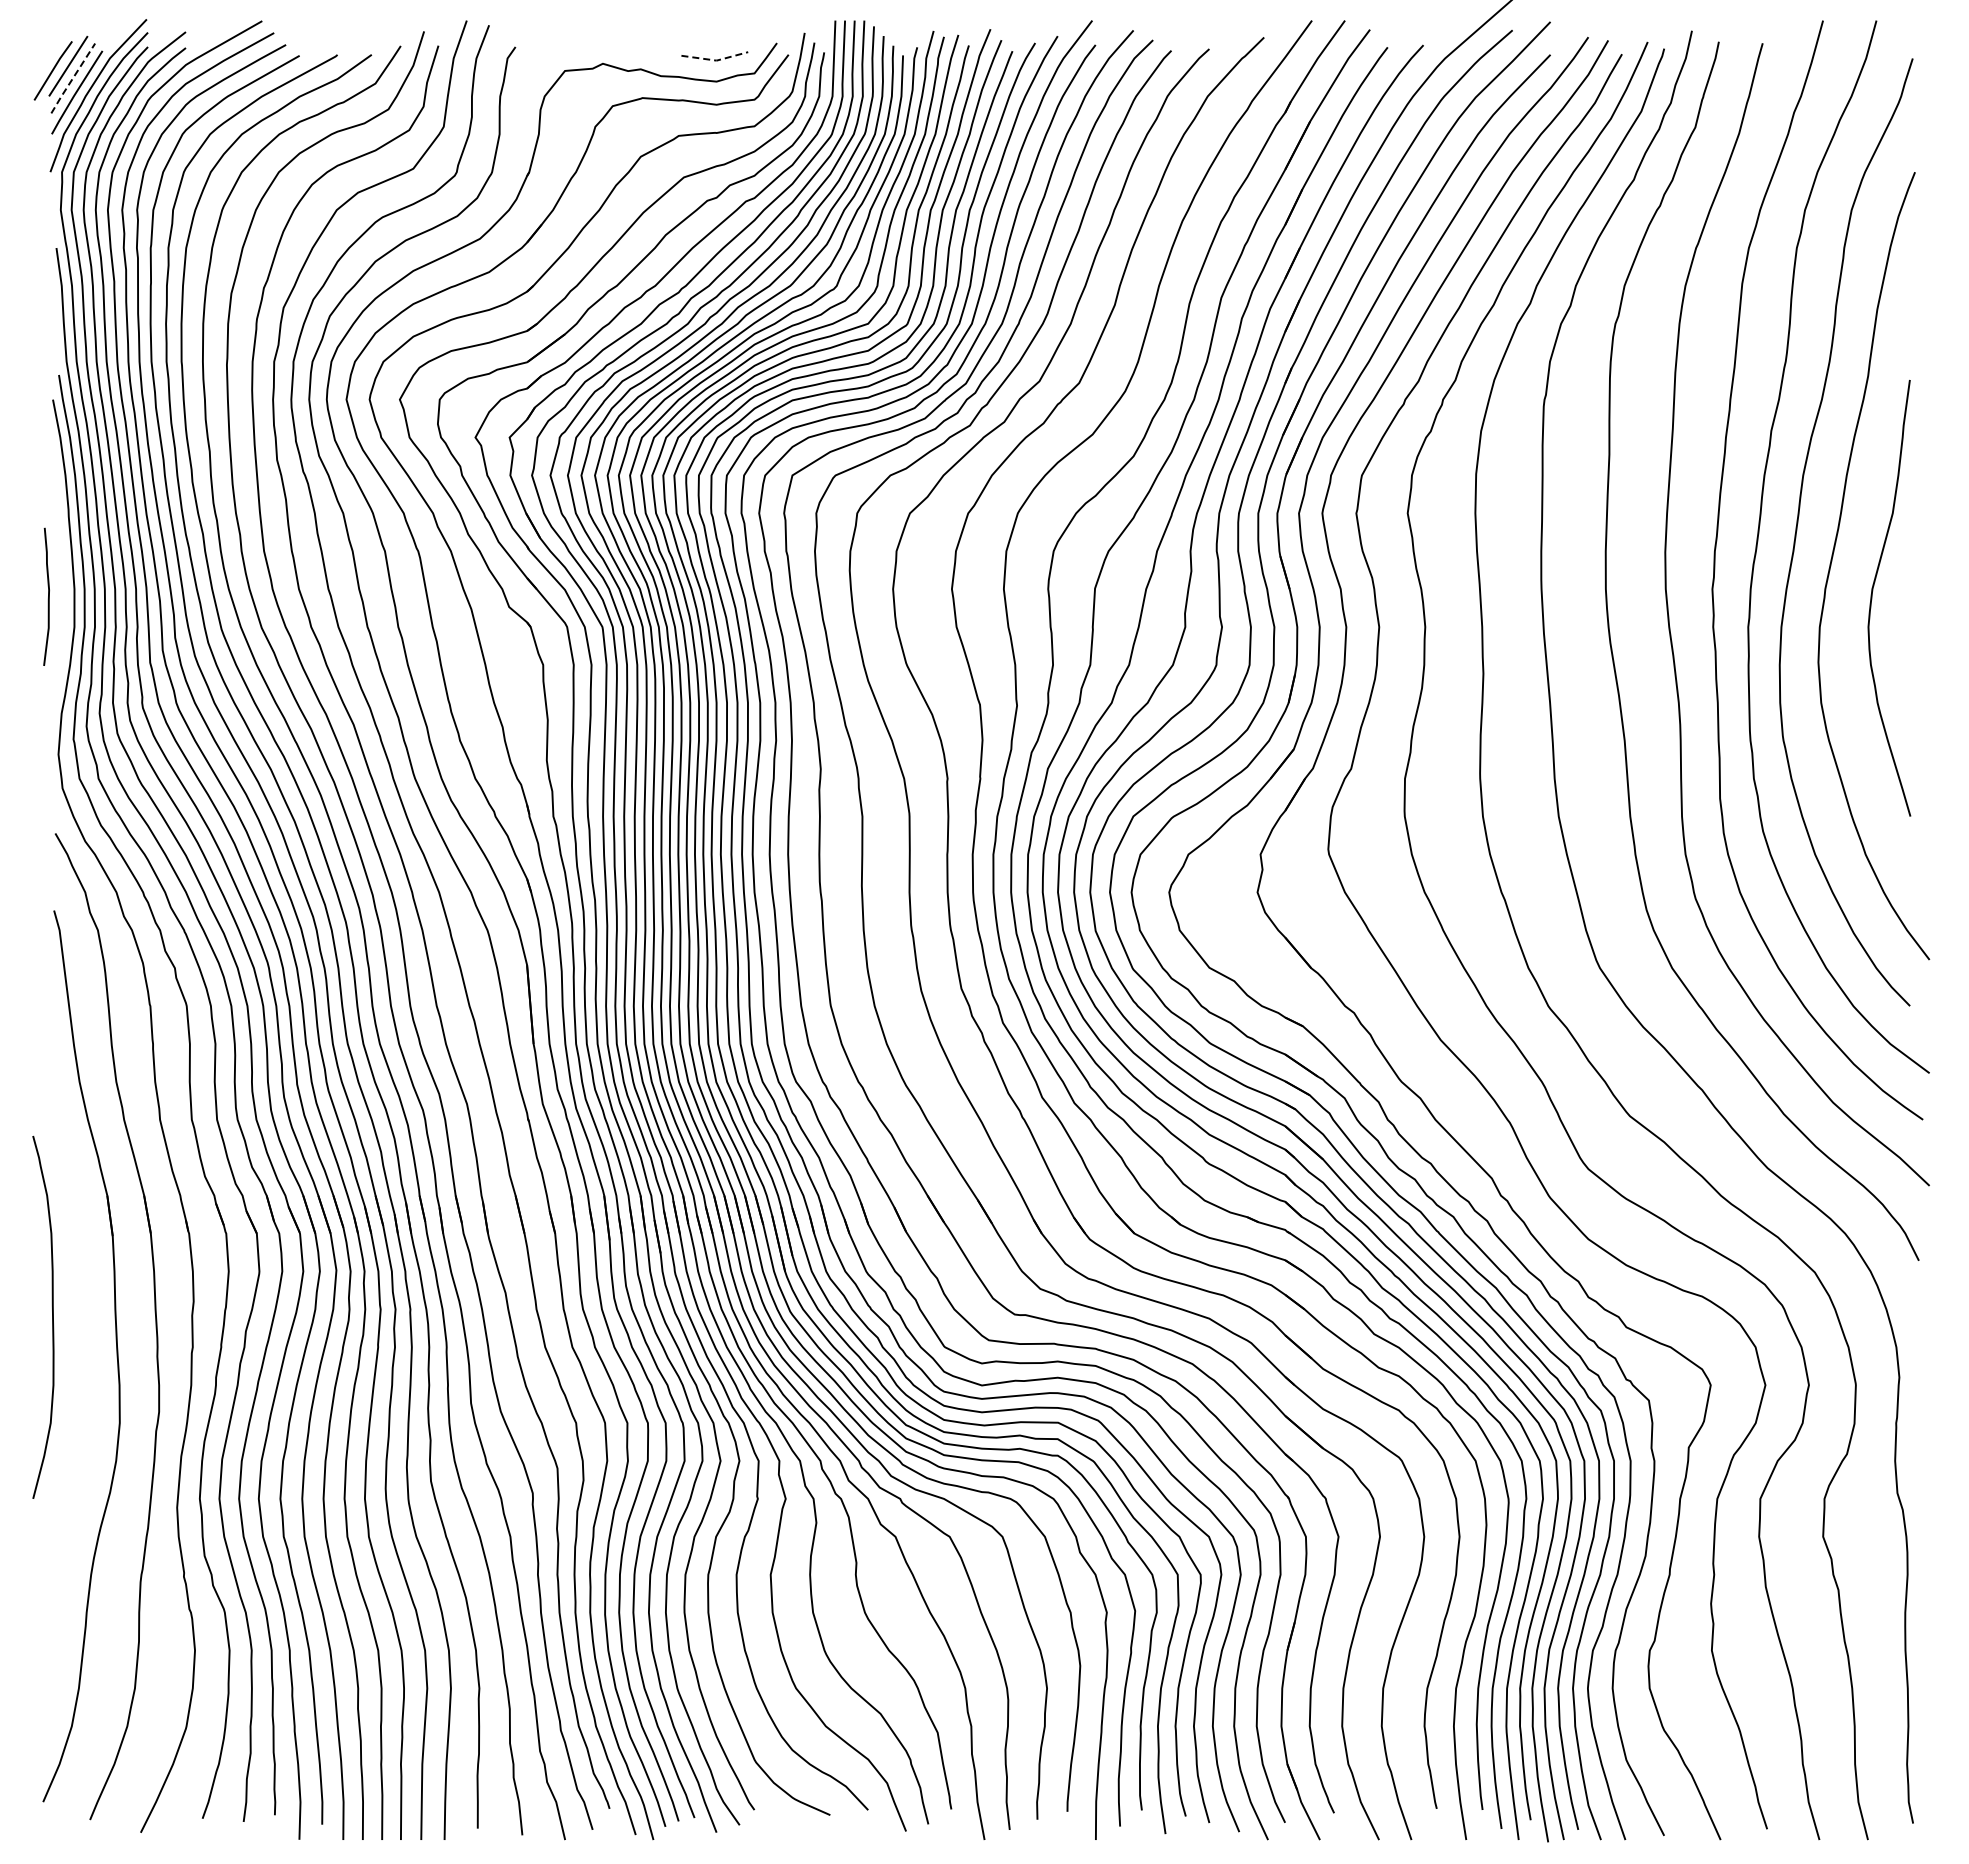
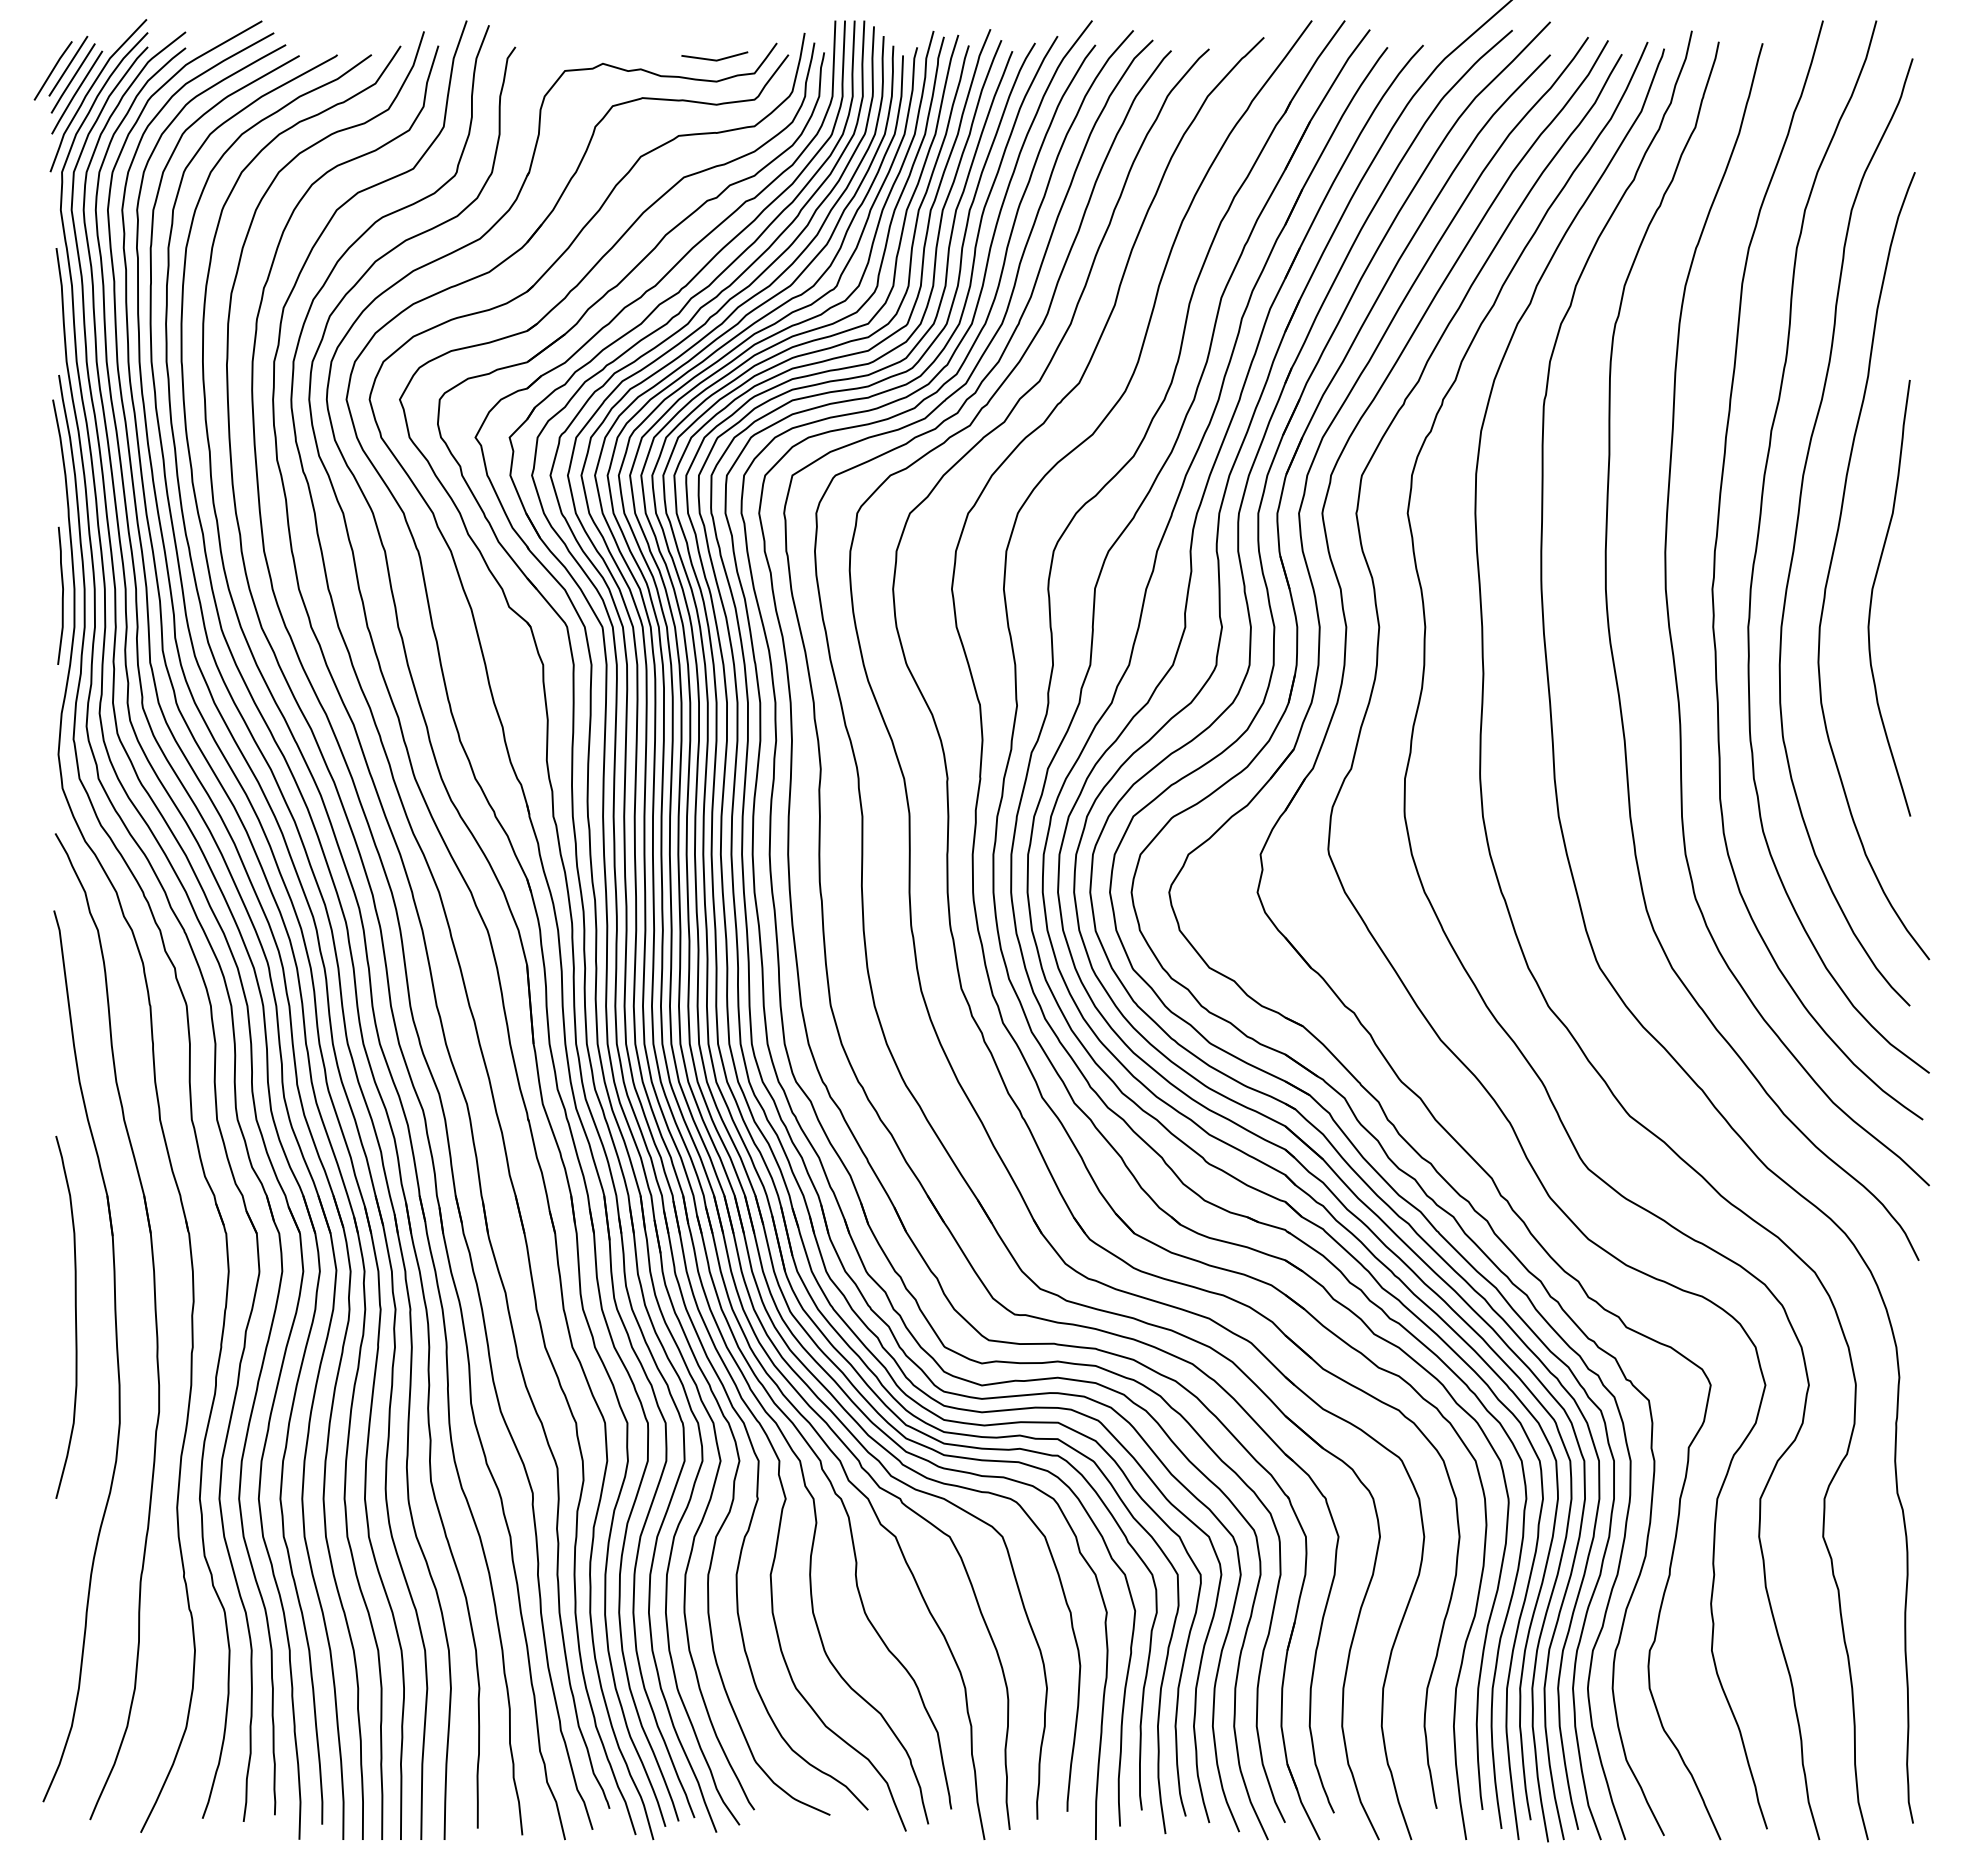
line at (715, 60): dashed -> solid
line at (72, 78): dashed -> solid
curve at (48, 596) position: (48, 596) -> (62, 595)
curve at (52, 1316) position: (52, 1316) -> (75, 1316)
